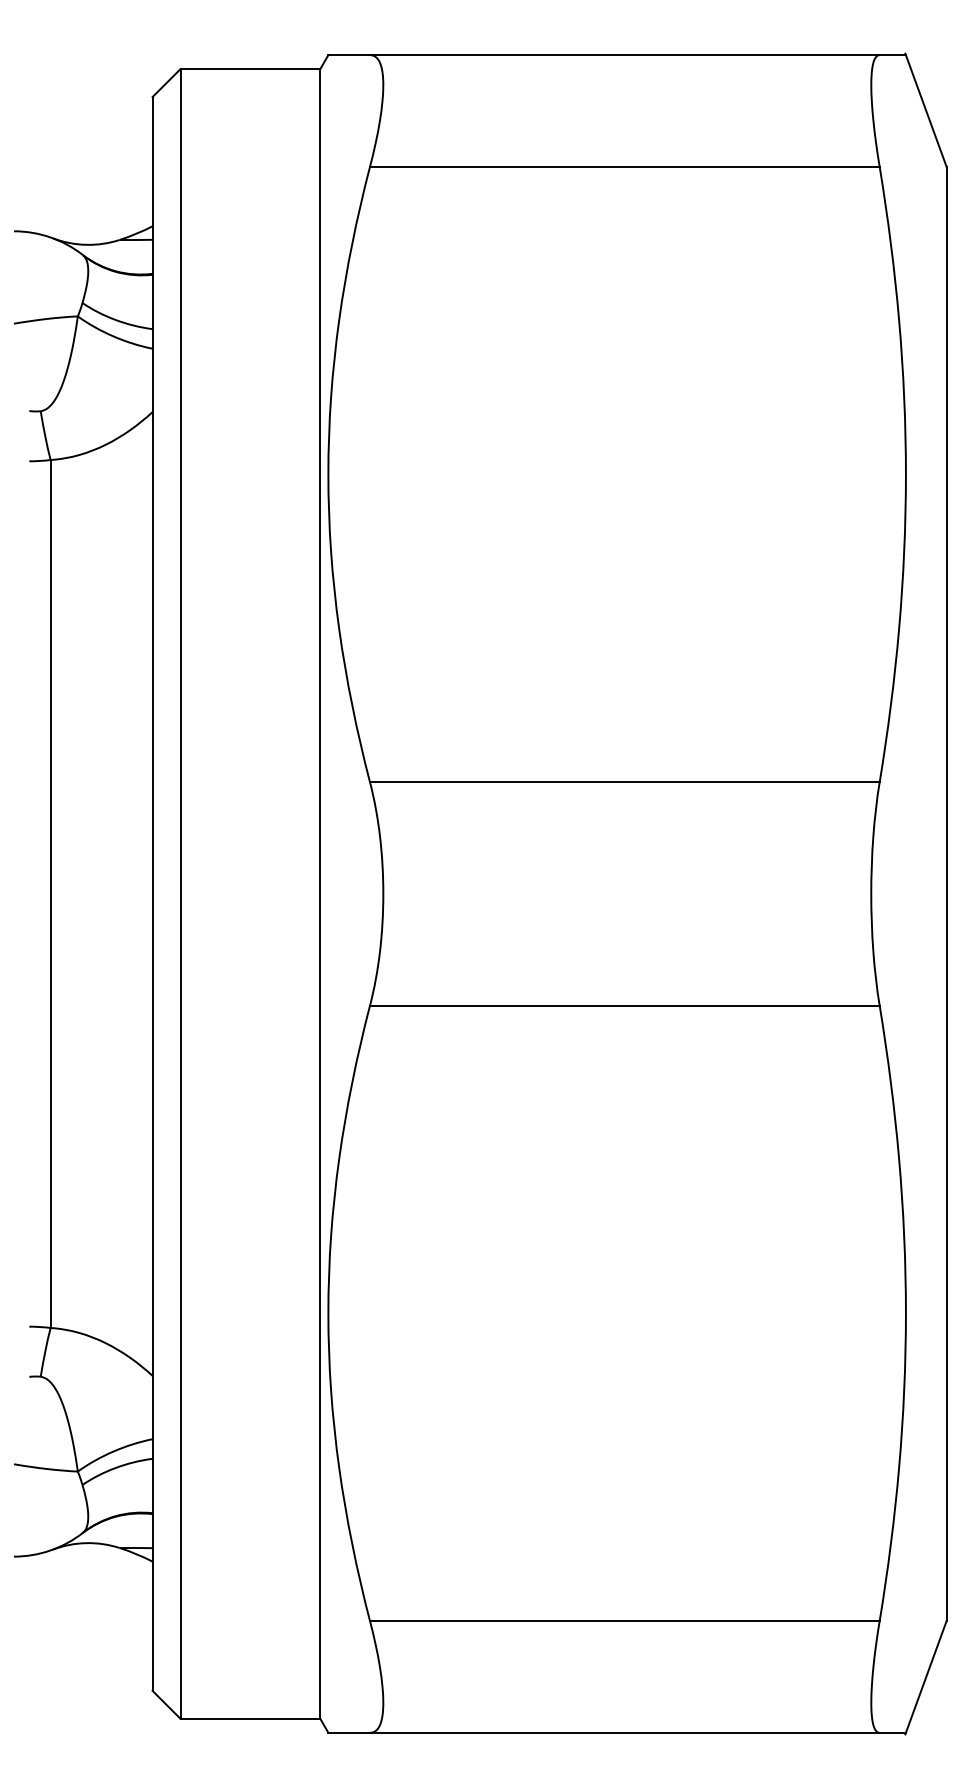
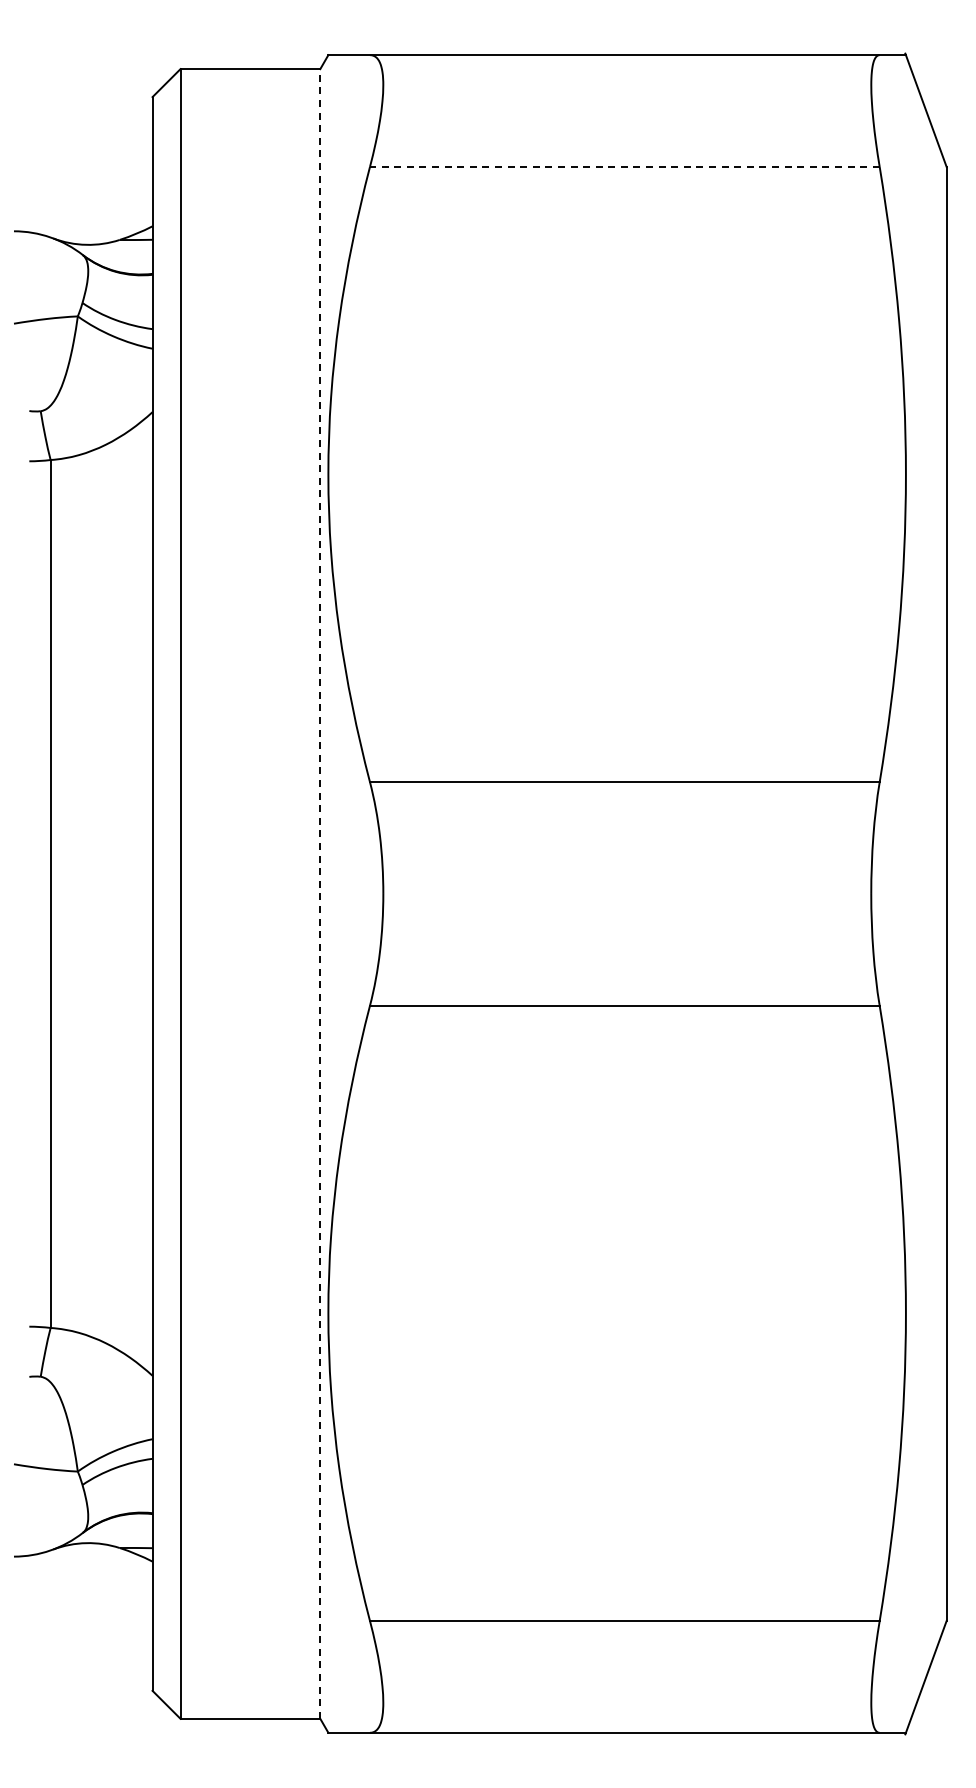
line at (624, 166): solid -> dashed
line at (320, 893): solid -> dashed
